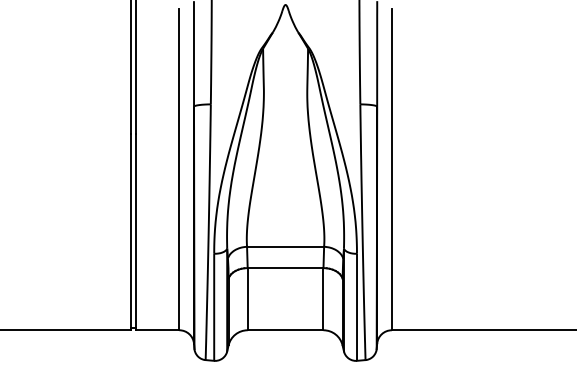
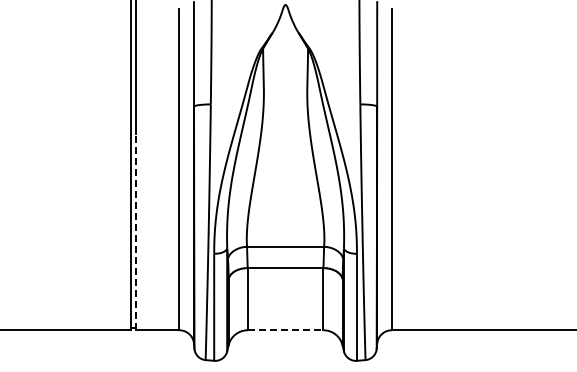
line at (136, 231): solid -> dashed
line at (285, 330): solid -> dashed
